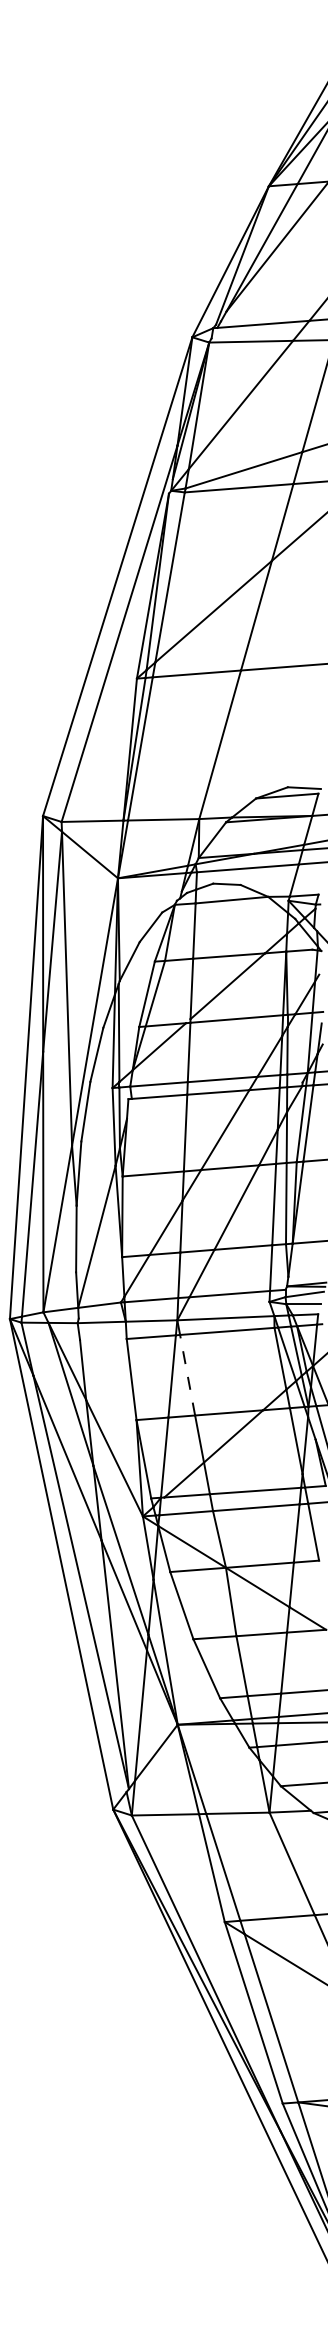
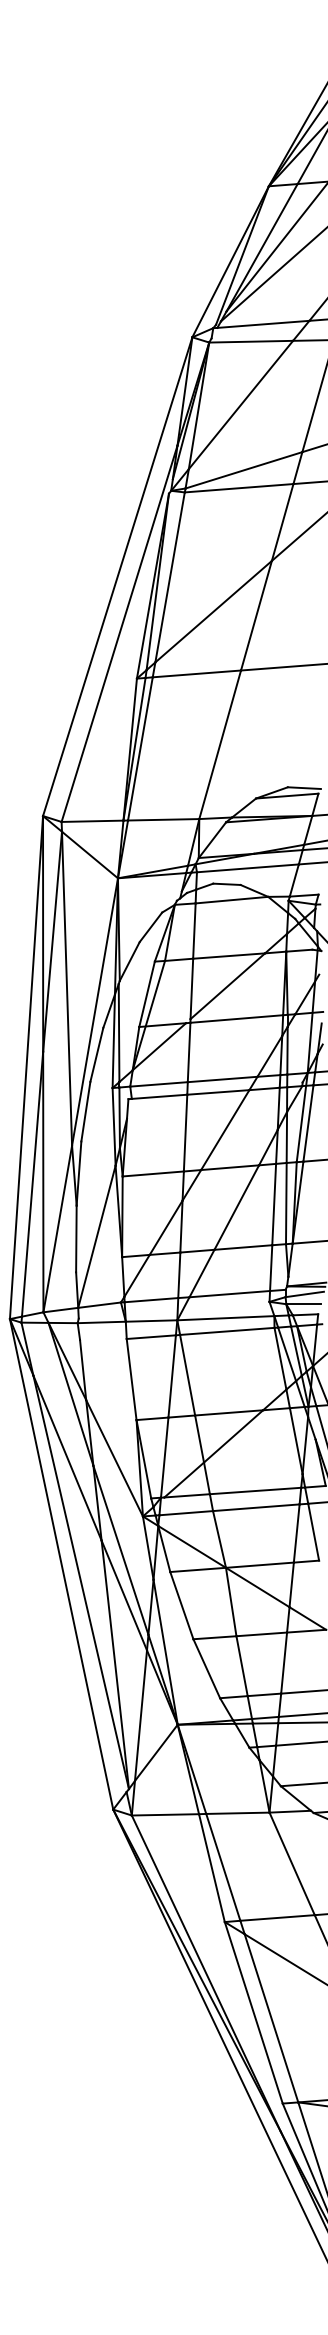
line at (272, 275): none -> present
line at (187, 1375): dashed -> solid
